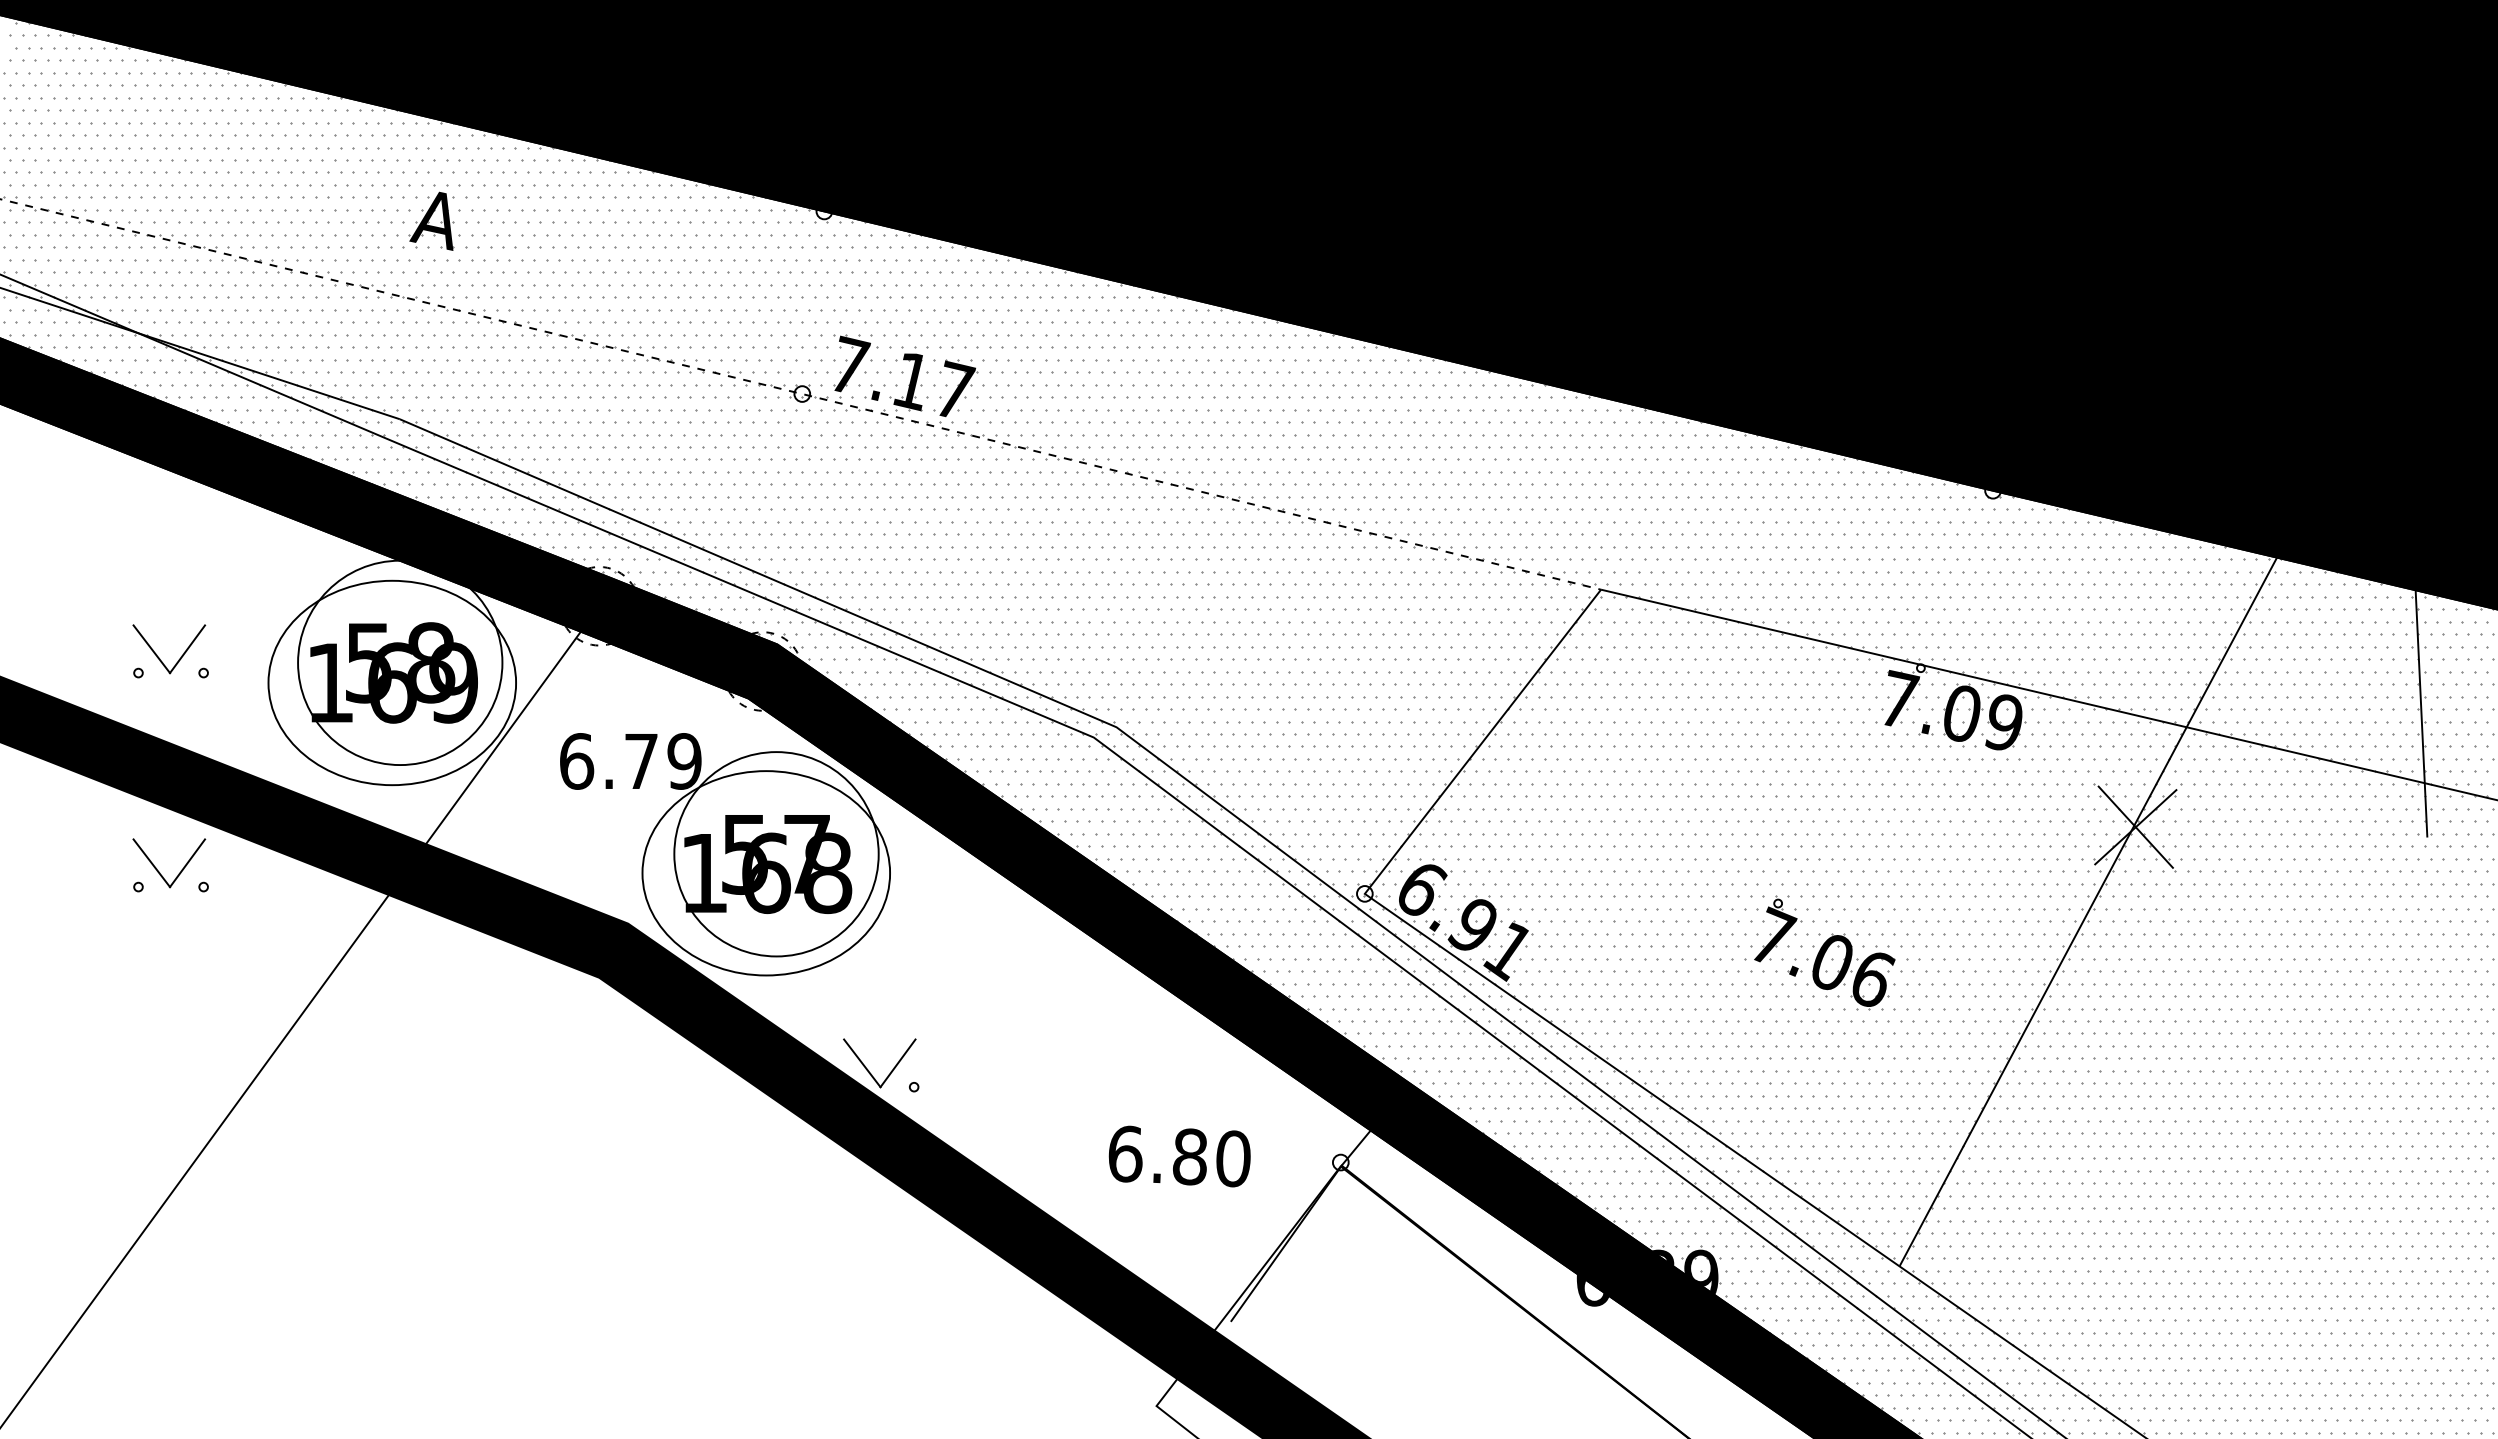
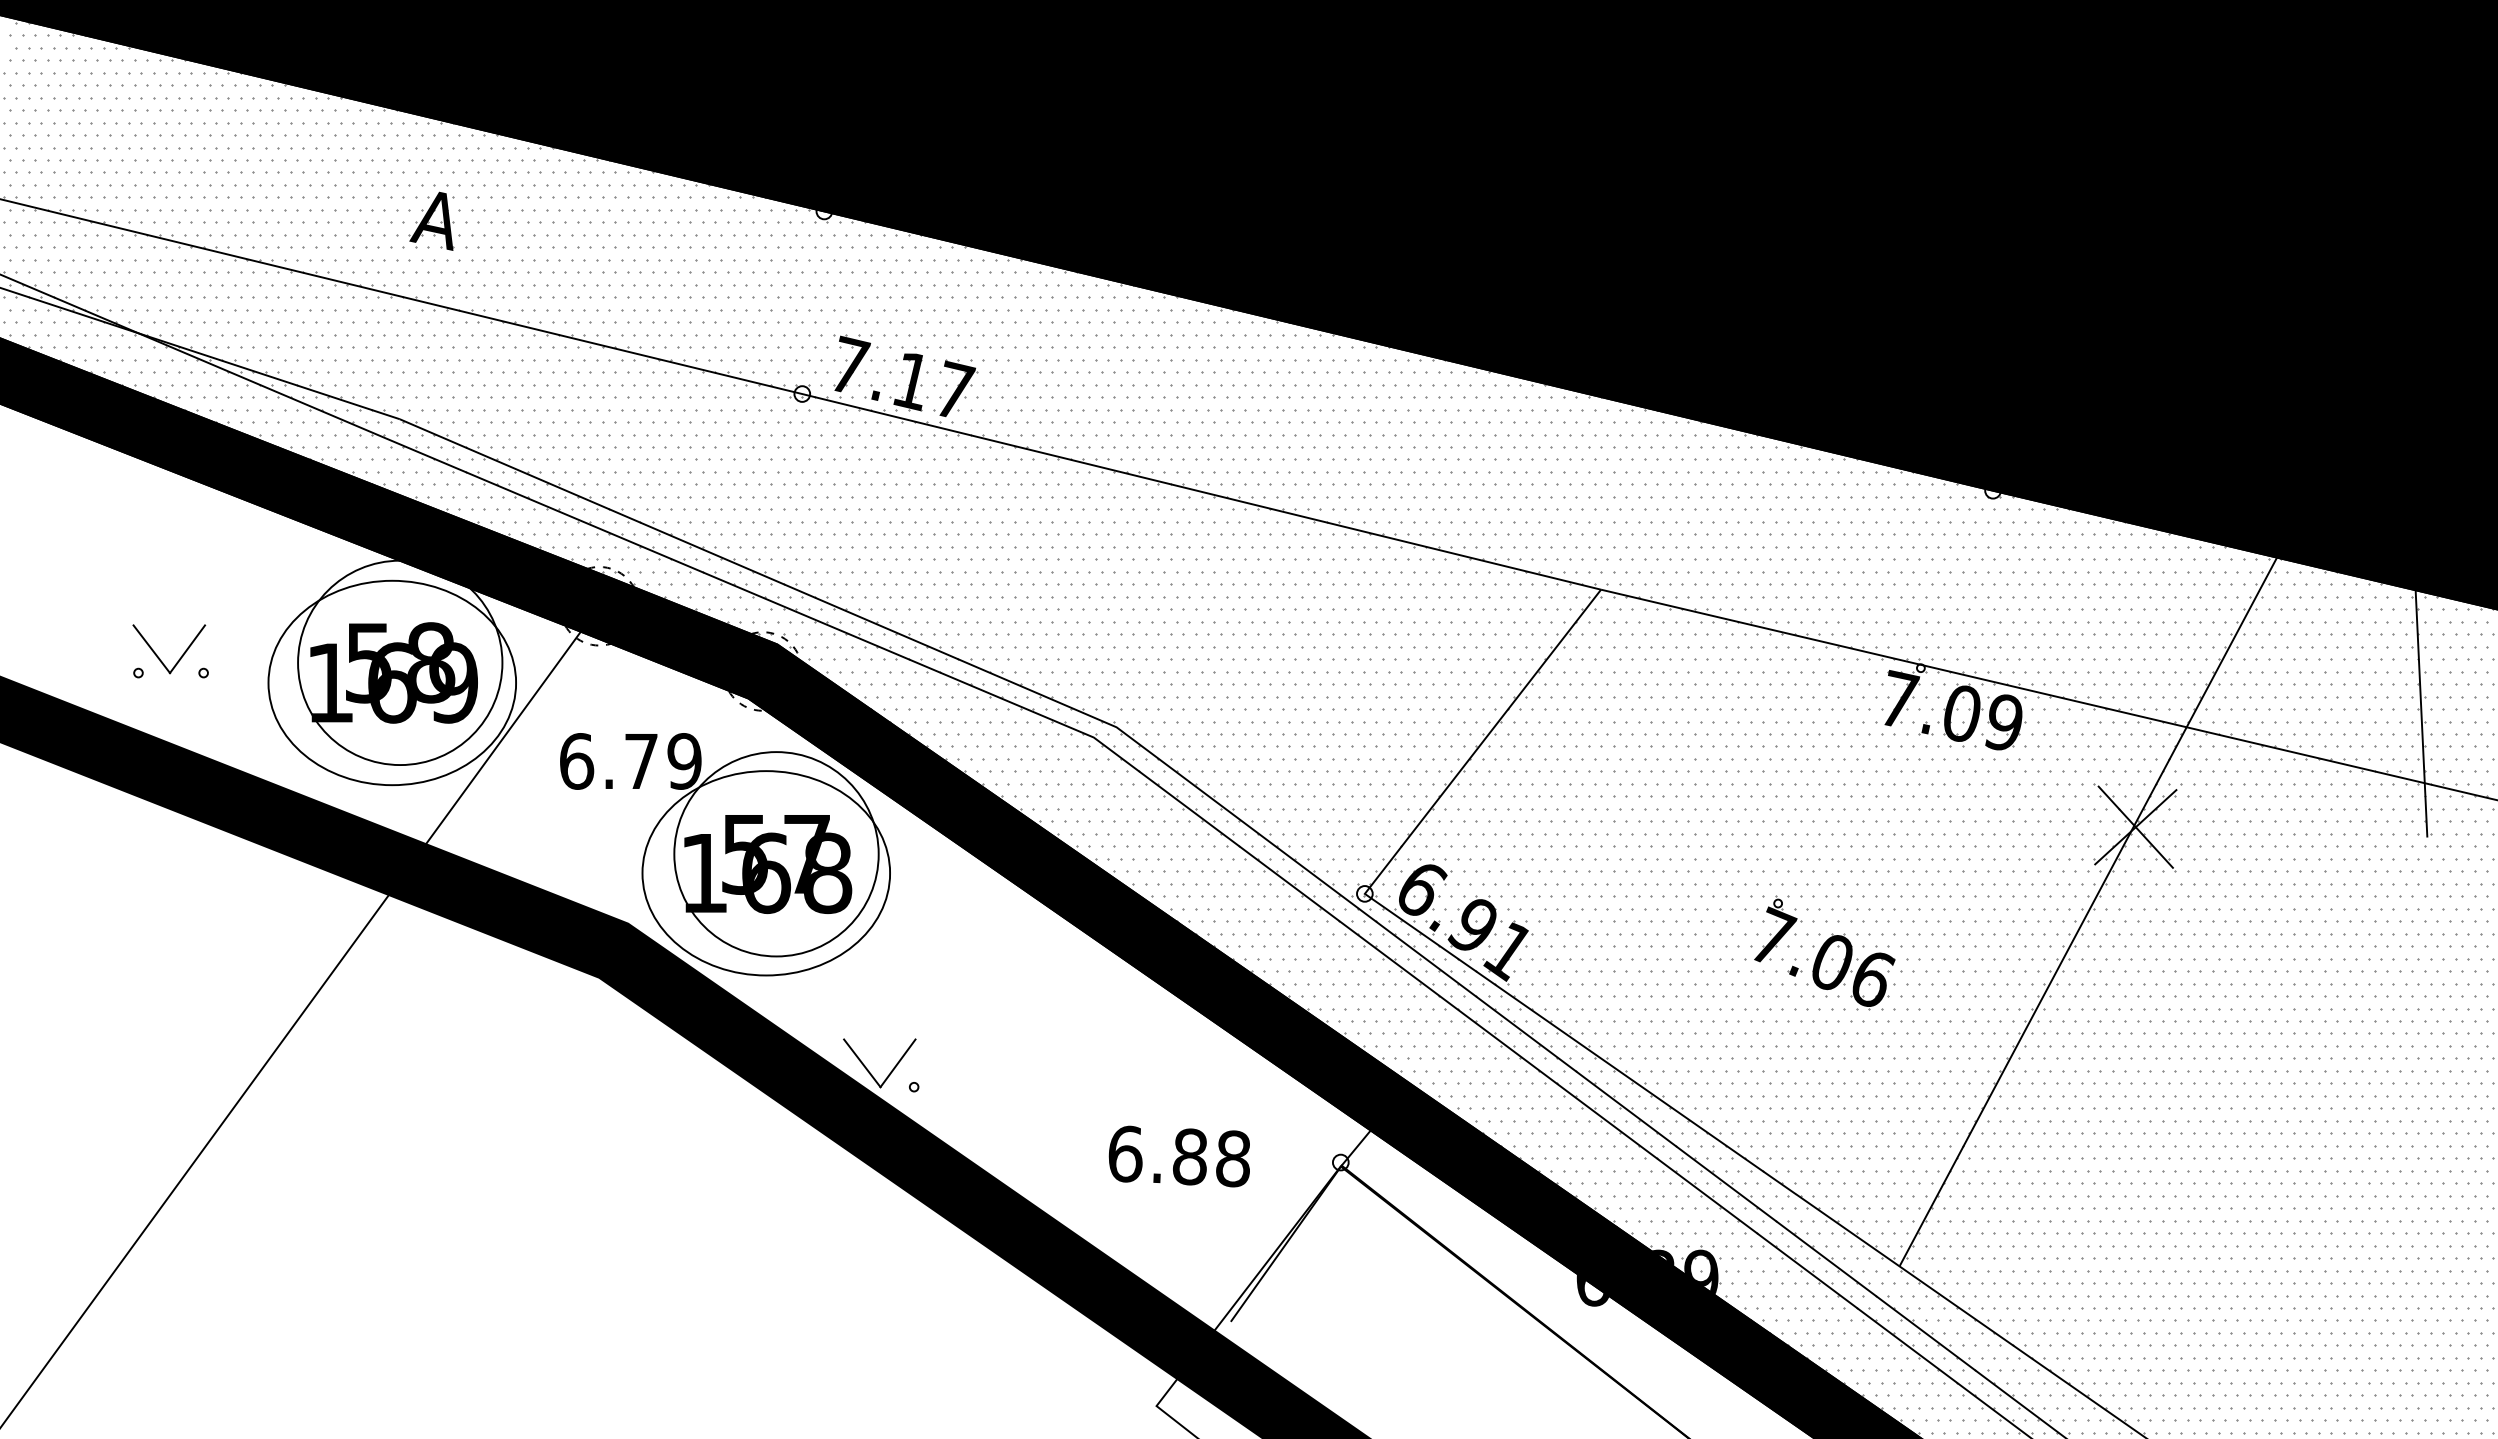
line at (802, 394): dashed -> solid
part at (178, 873): present -> none
text at (1233, 1158): 6.80 -> 6.88
